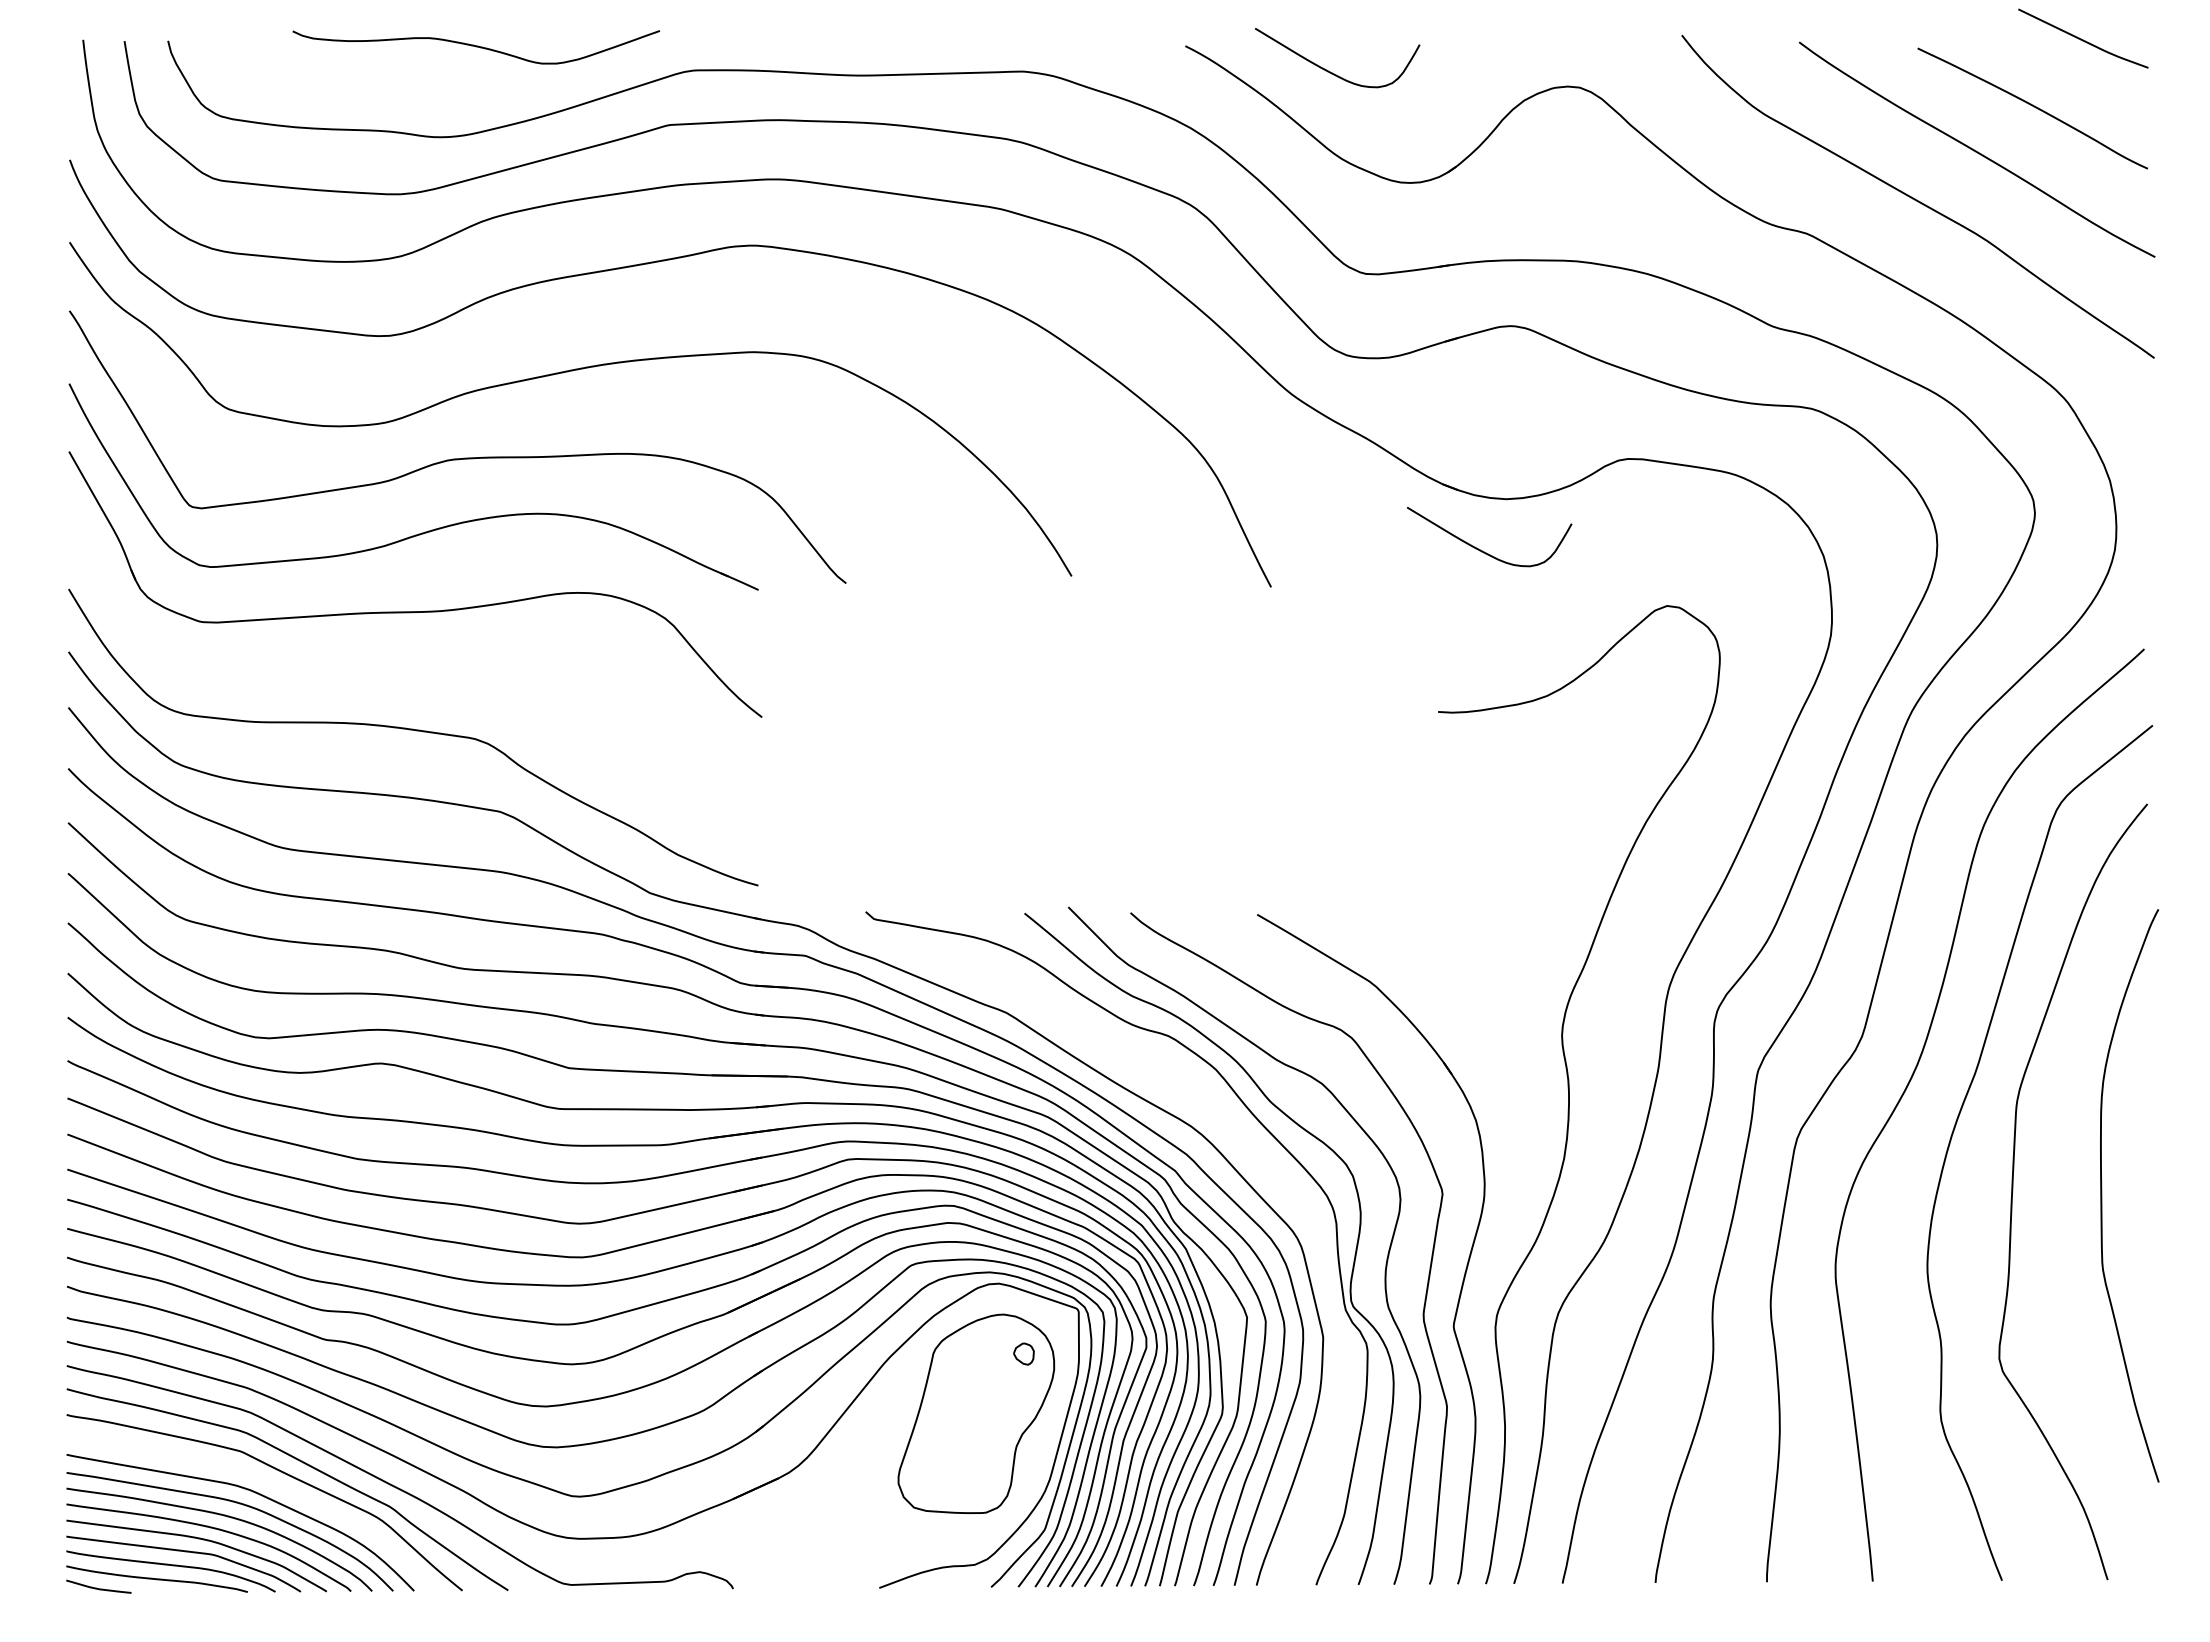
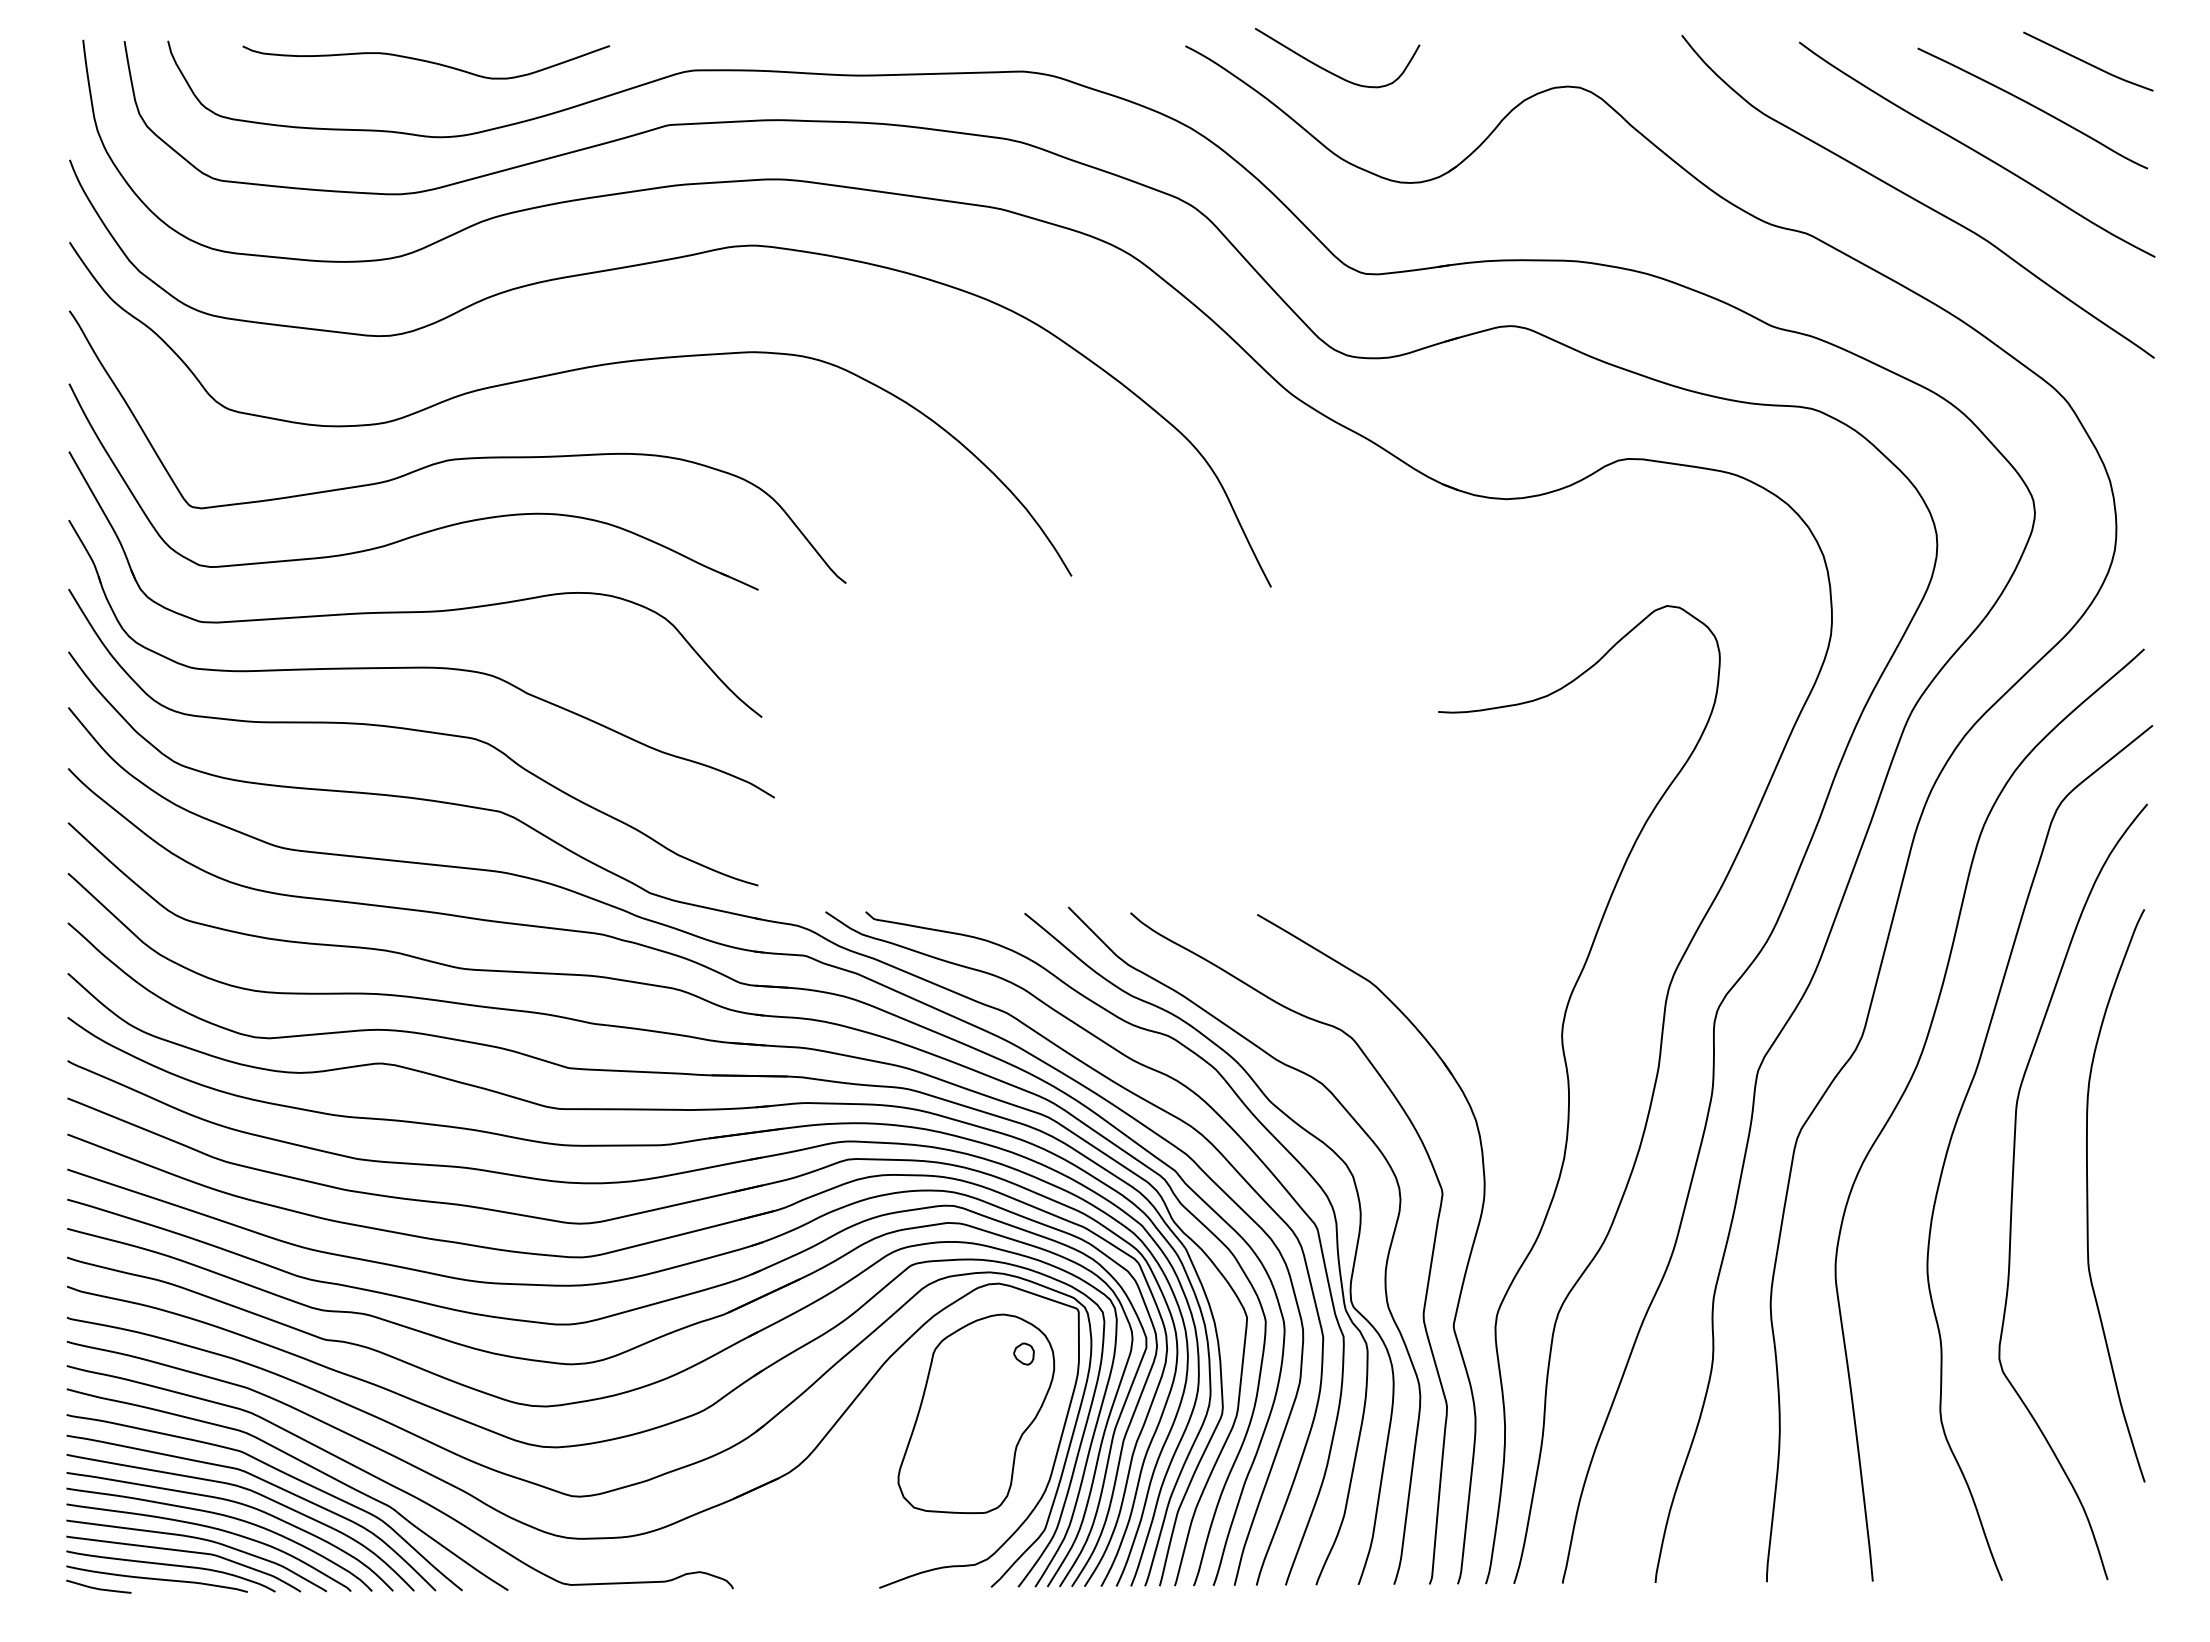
curve at (2083, 39) position: (2083, 39) -> (2088, 62)
curve at (476, 47) position: (476, 47) -> (426, 62)
curve at (1482, 550): present -> none
part at (421, 666): none -> present
curve at (1217, 1115): none -> present
curve at (2102, 1195) position: (2102, 1195) -> (2088, 1195)
curve at (265, 1482): none -> present
